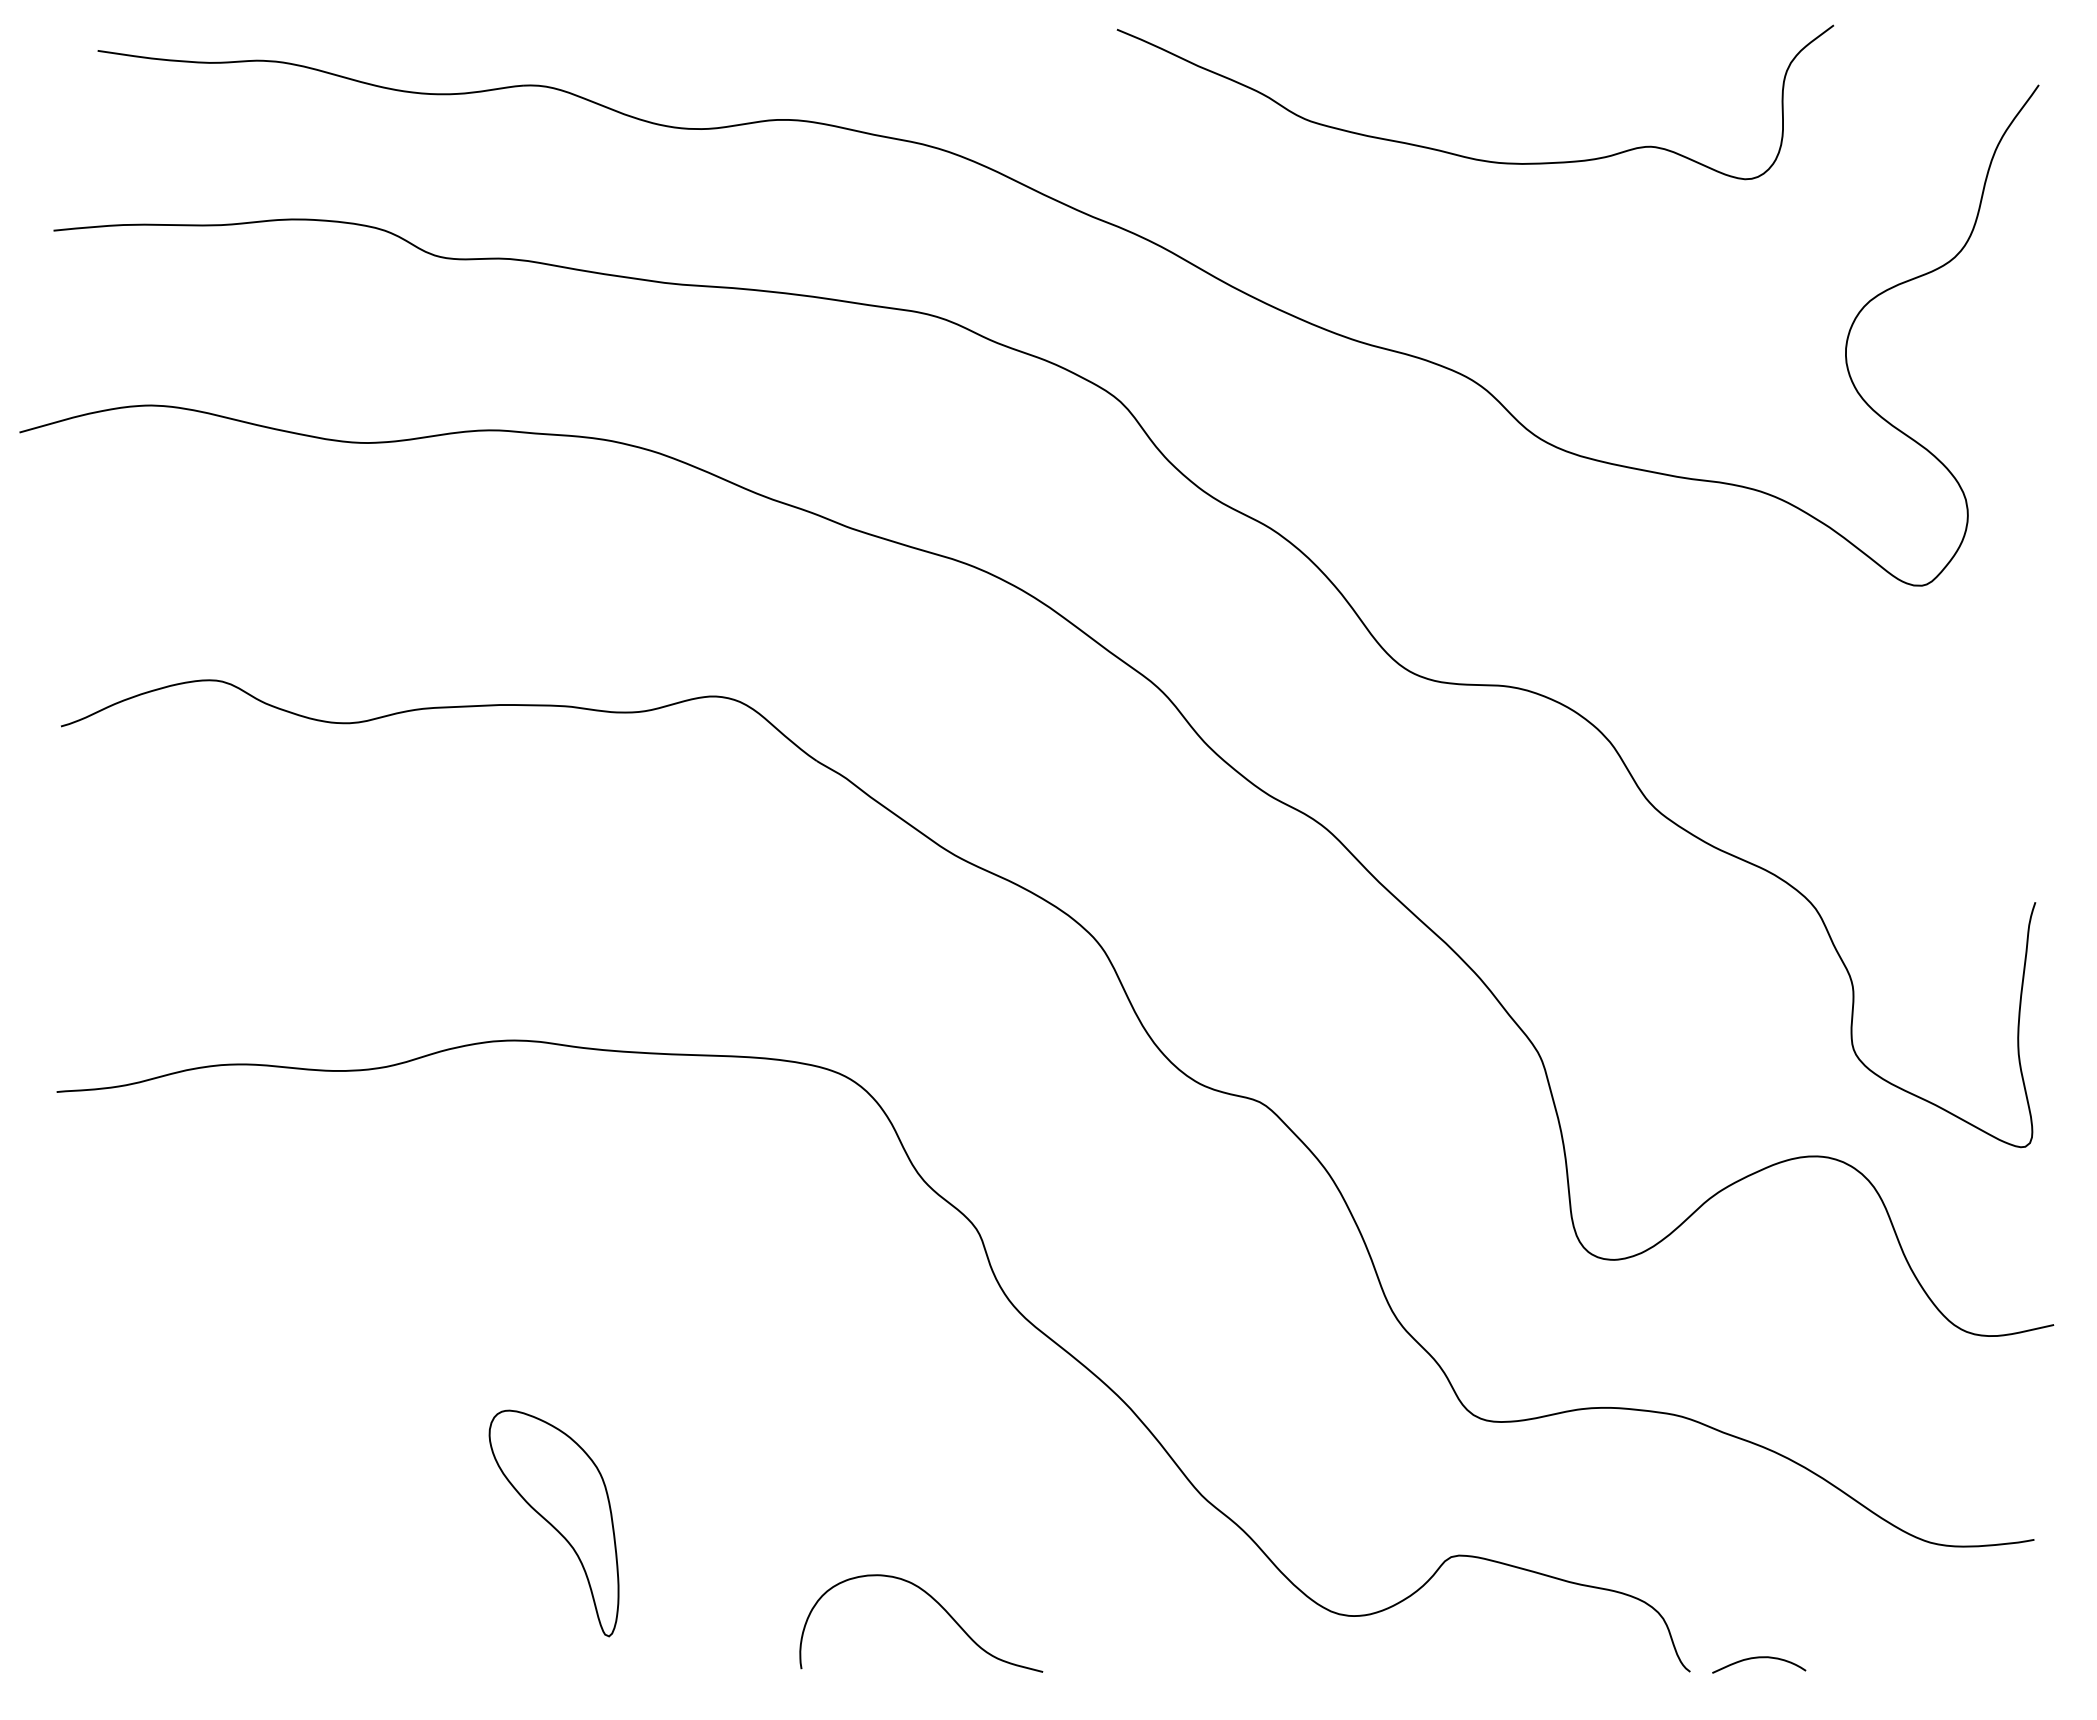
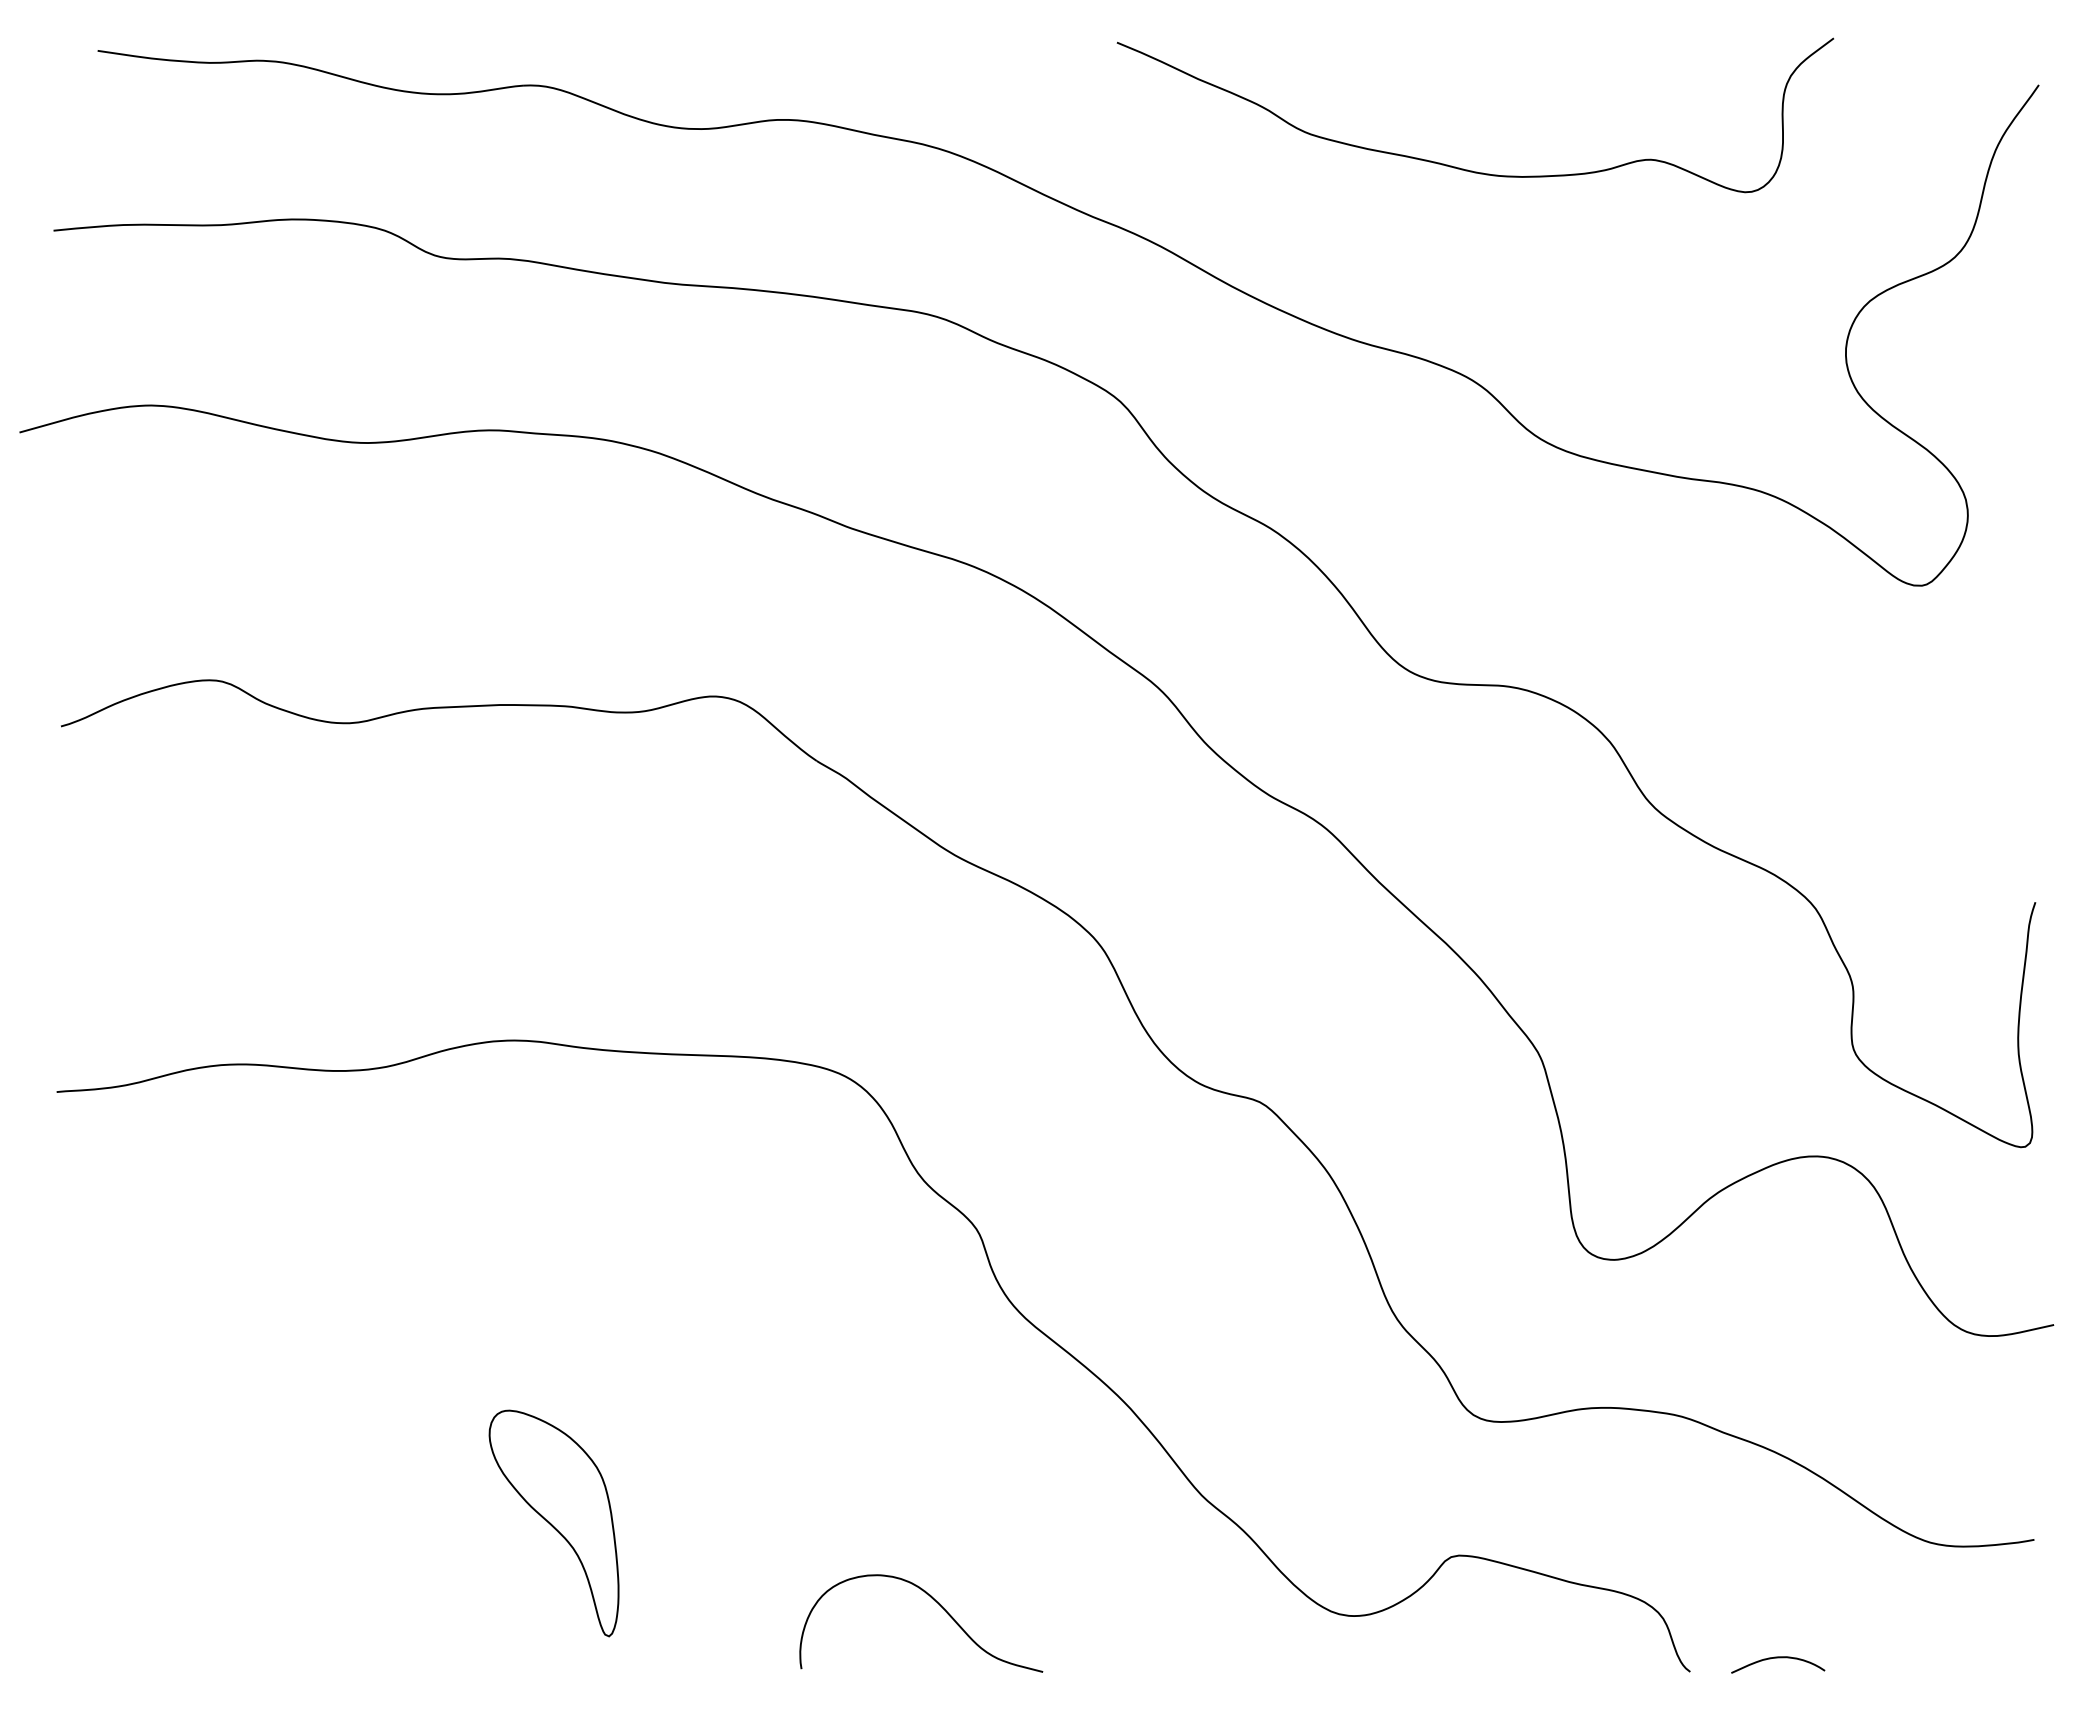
curve at (1463, 155) position: (1463, 155) -> (1463, 168)
curve at (1759, 1658) position: (1759, 1658) -> (1778, 1658)
